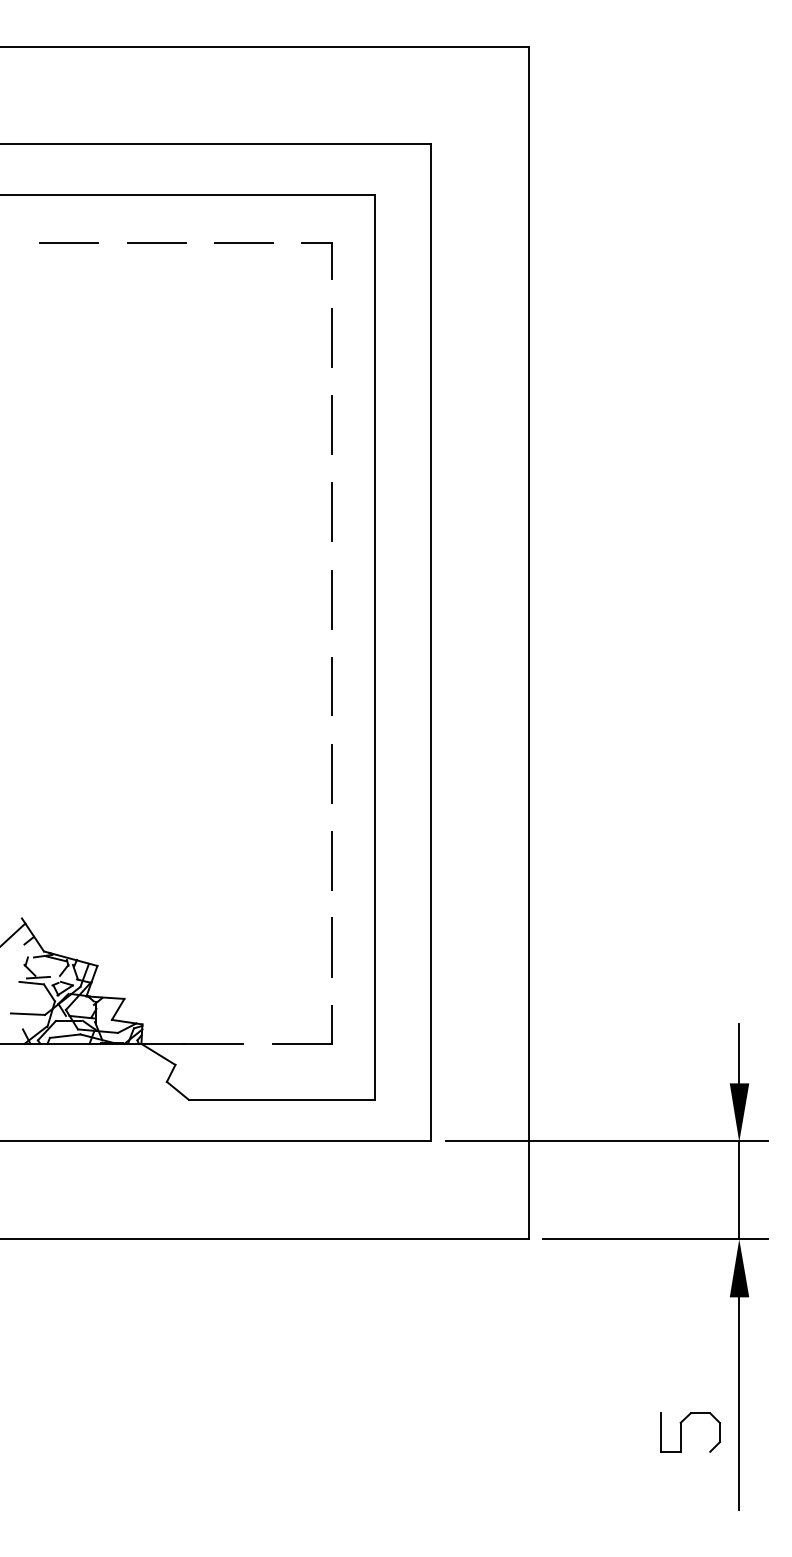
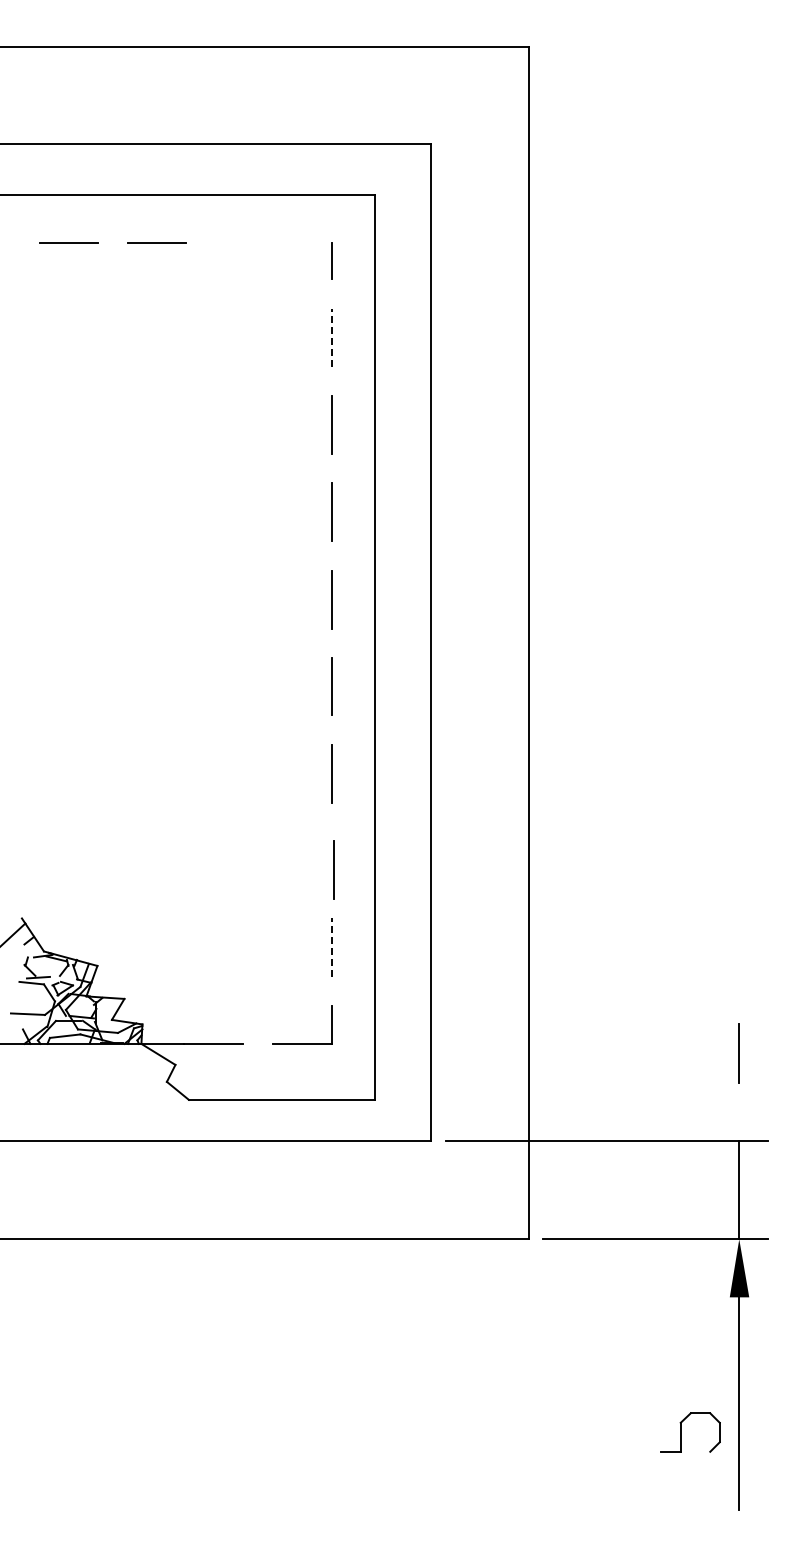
line at (243, 242): present -> none
line at (316, 242): present -> none
line at (332, 337): solid -> dashed
line at (331, 860) position: (331, 860) -> (333, 869)
line at (332, 947): solid -> dashed
fill at (739, 1112): present -> none
line at (661, 1432): present -> none
